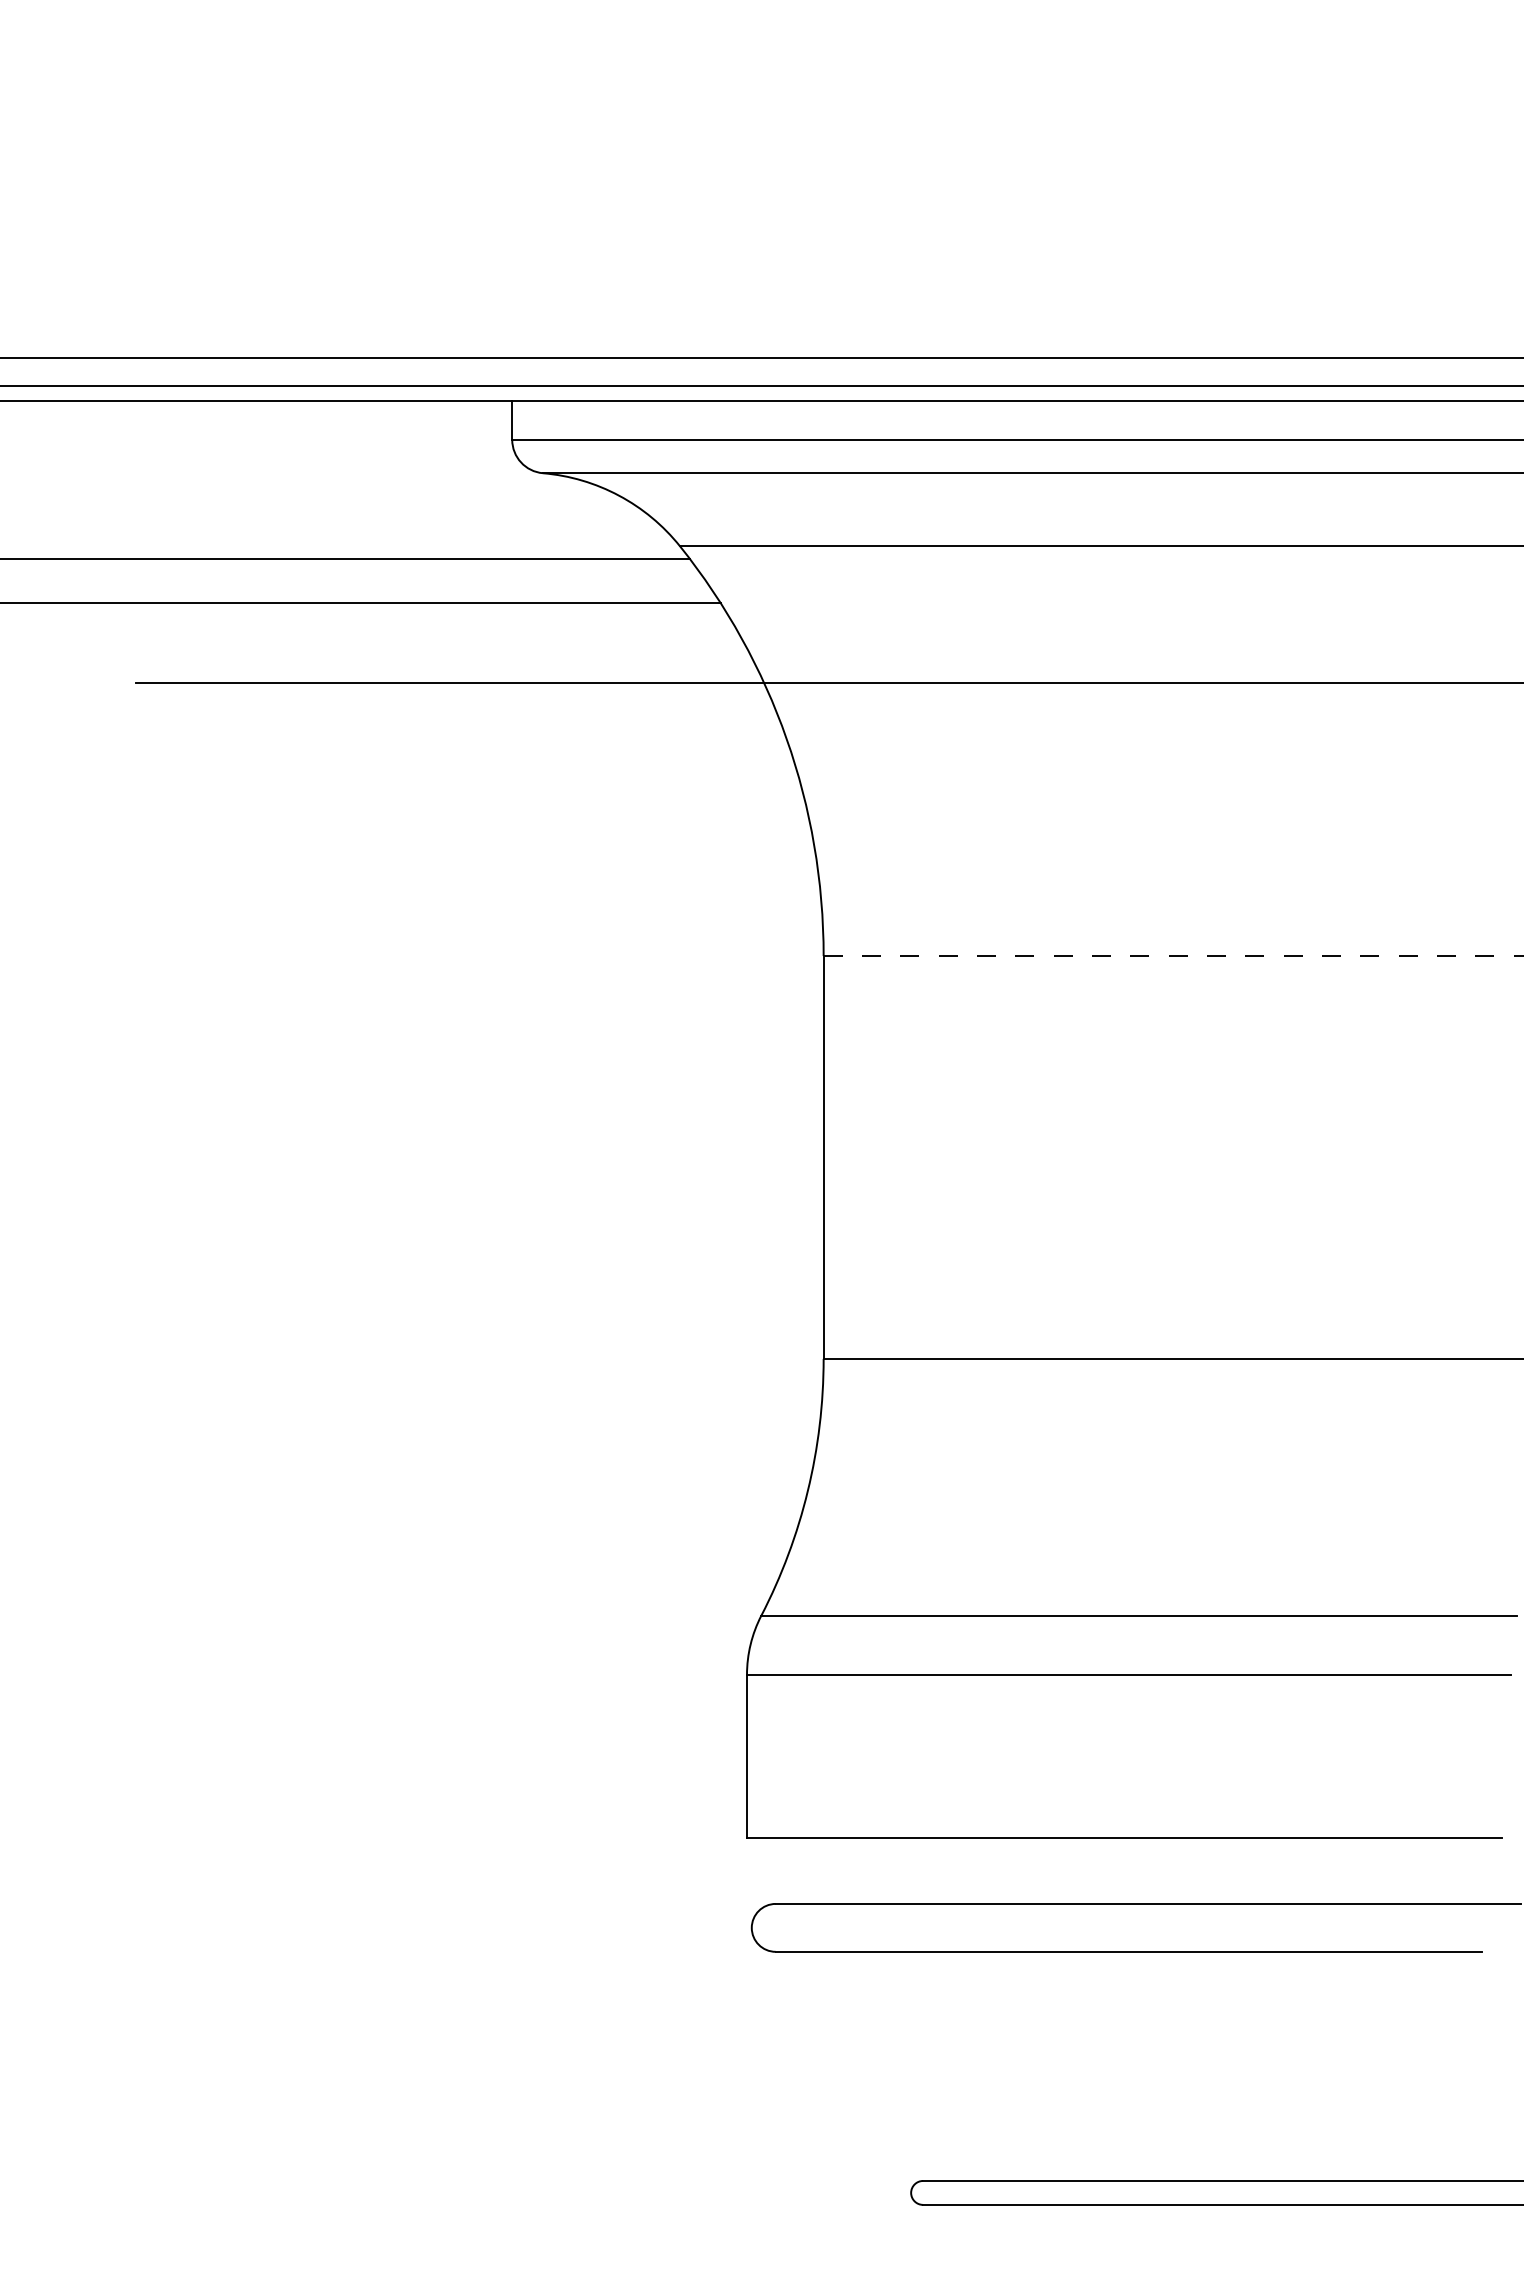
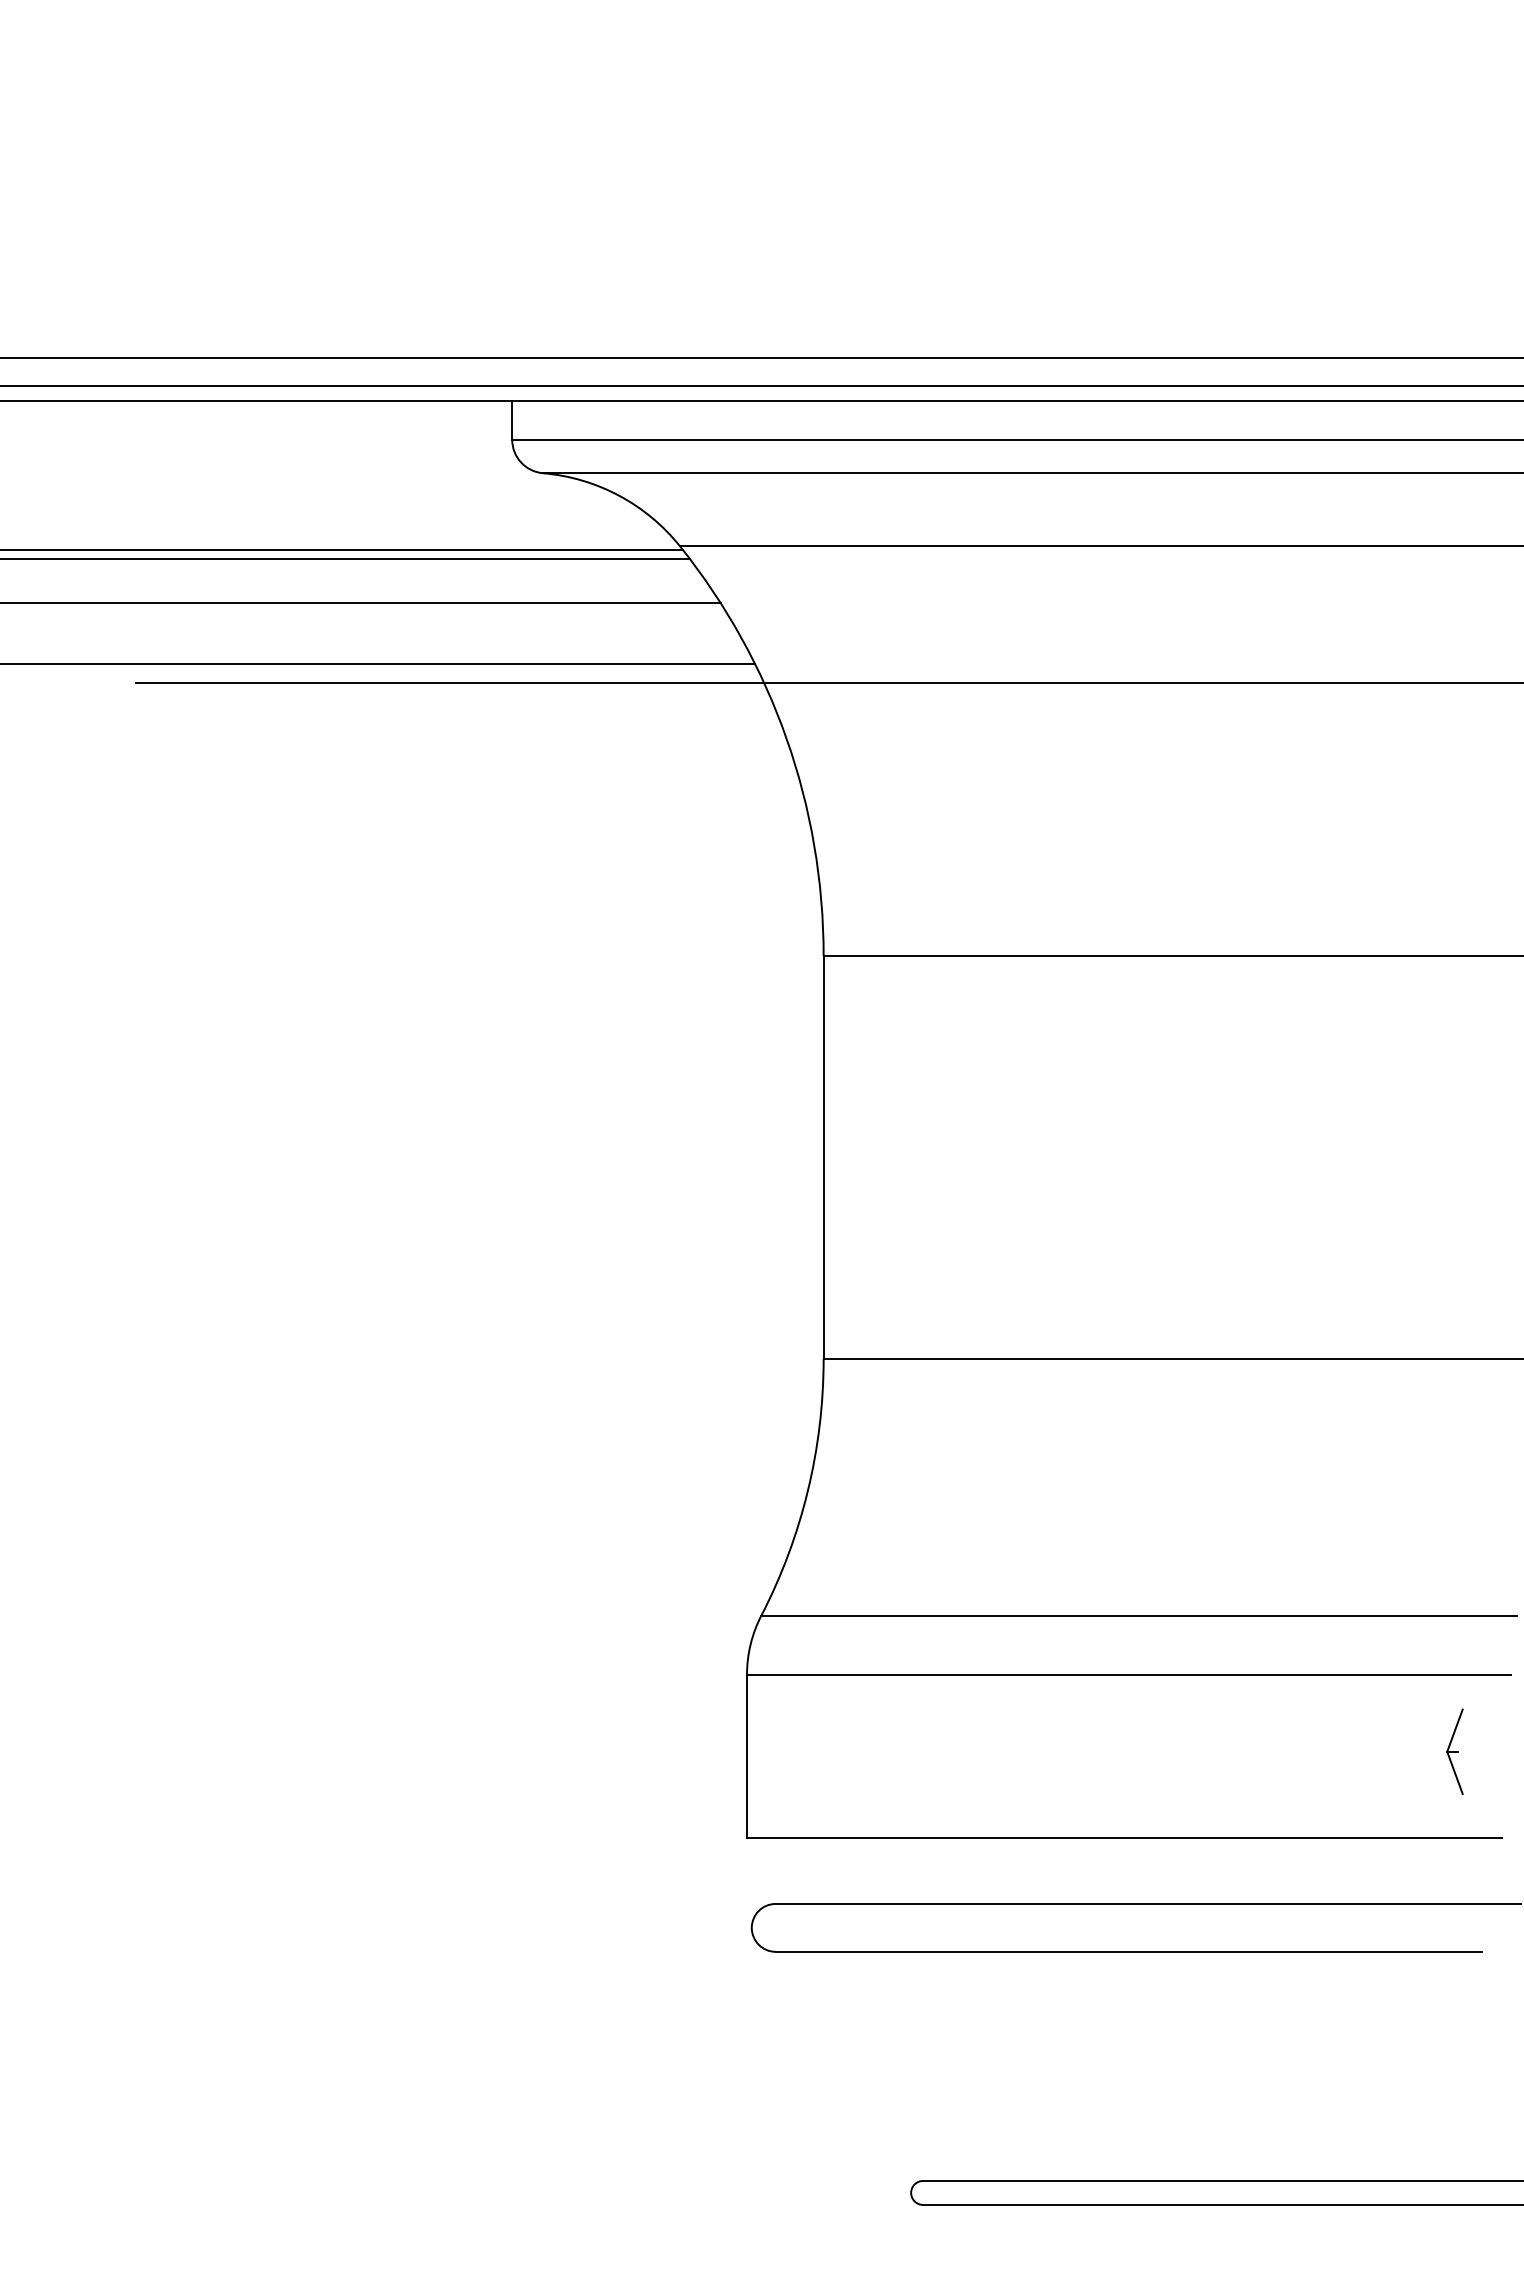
line at (342, 549): none -> present
line at (378, 664): none -> present
line at (1173, 956): dashed -> solid
part at (1454, 1751): none -> present
